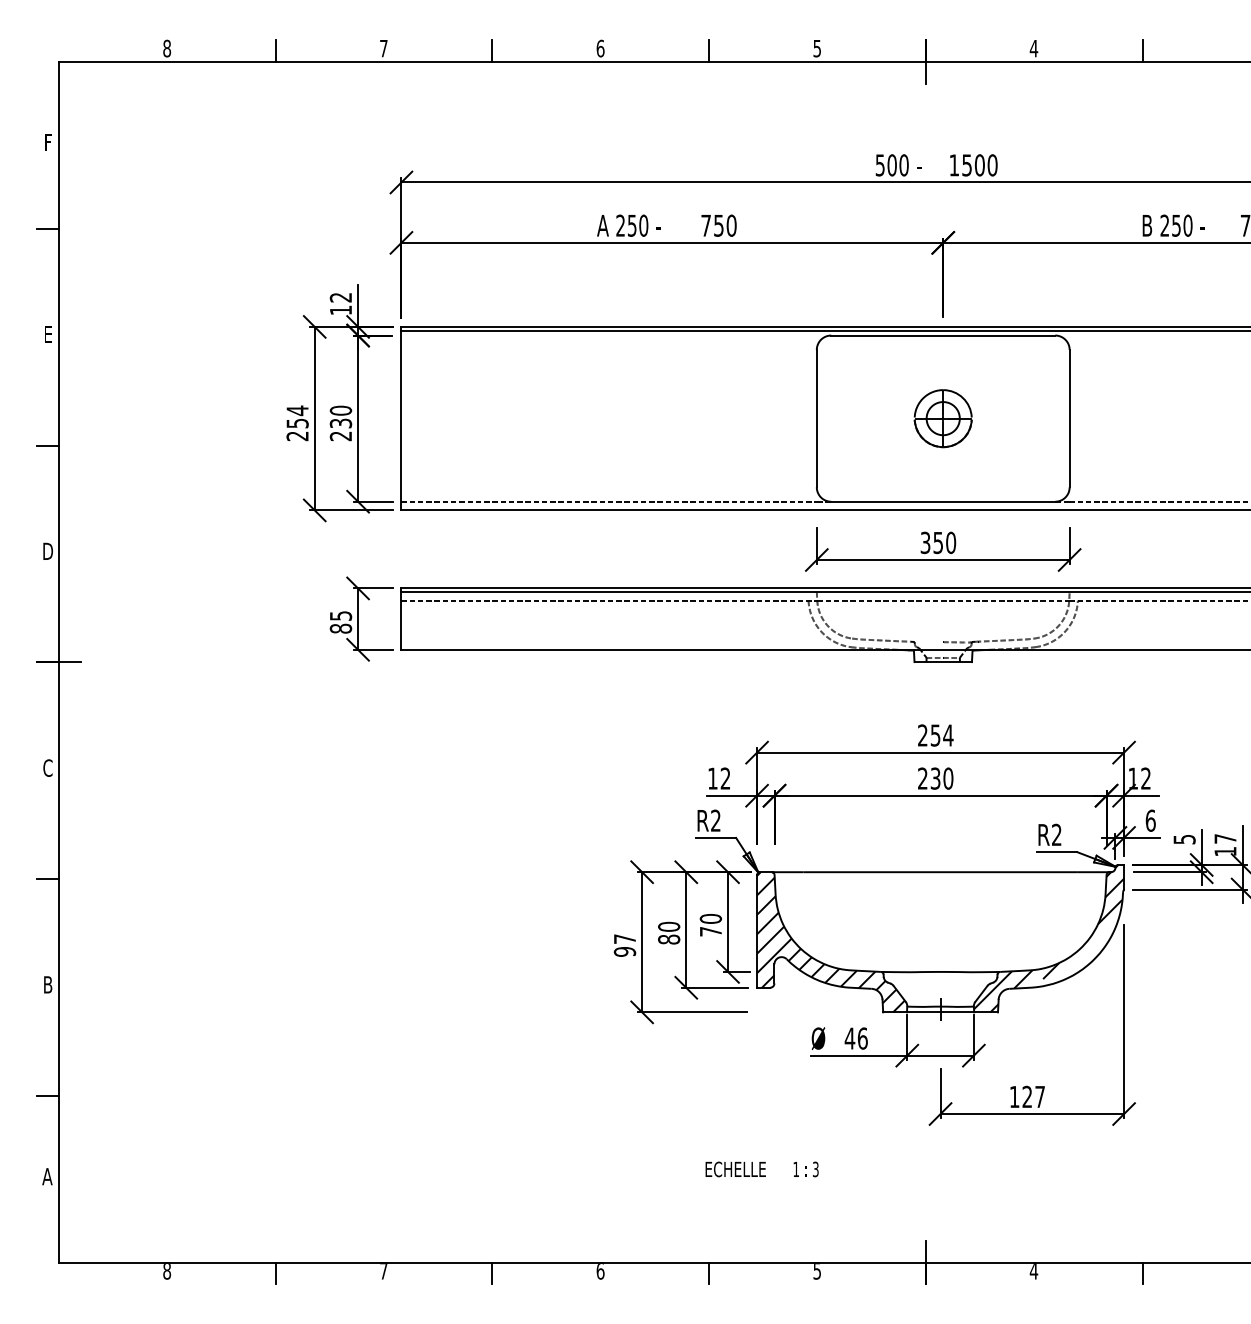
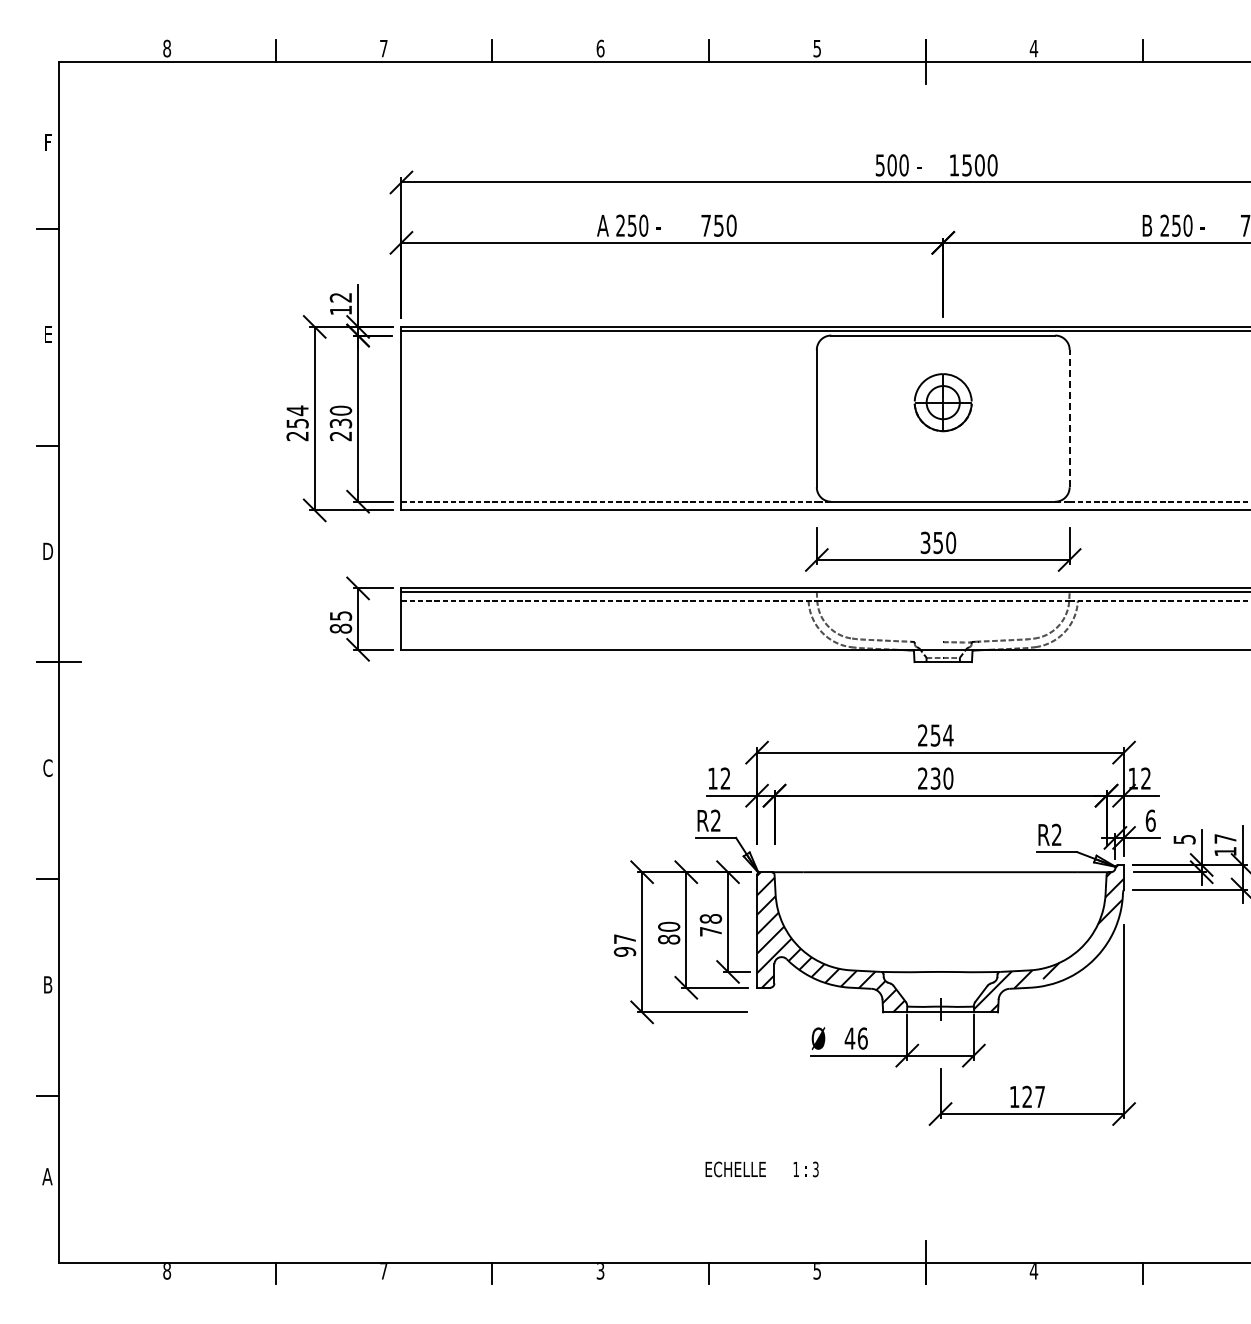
part at (942, 418) position: (942, 418) -> (942, 402)
line at (1069, 418): solid -> dashed
text at (710, 918): 70 -> 78
text at (600, 1271): 6 -> 3
